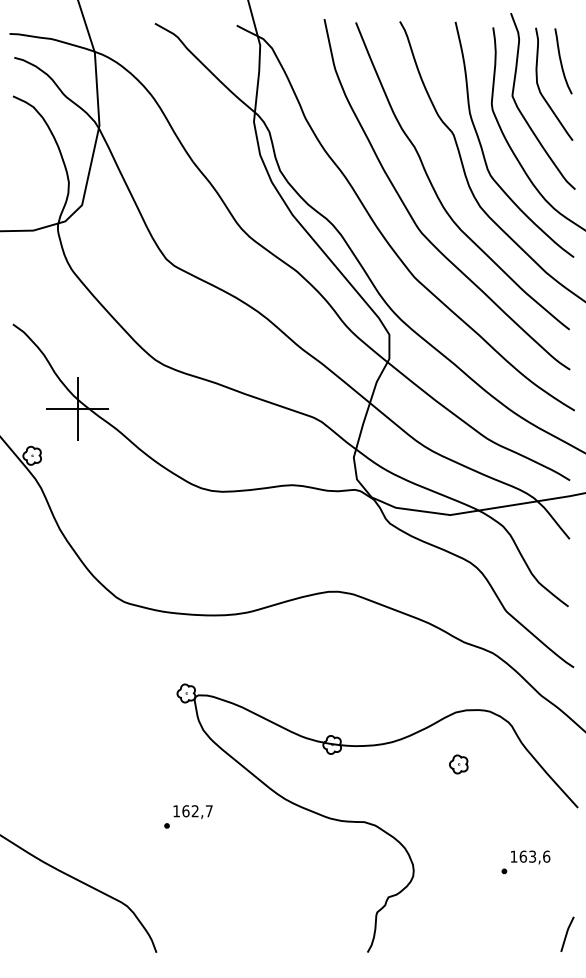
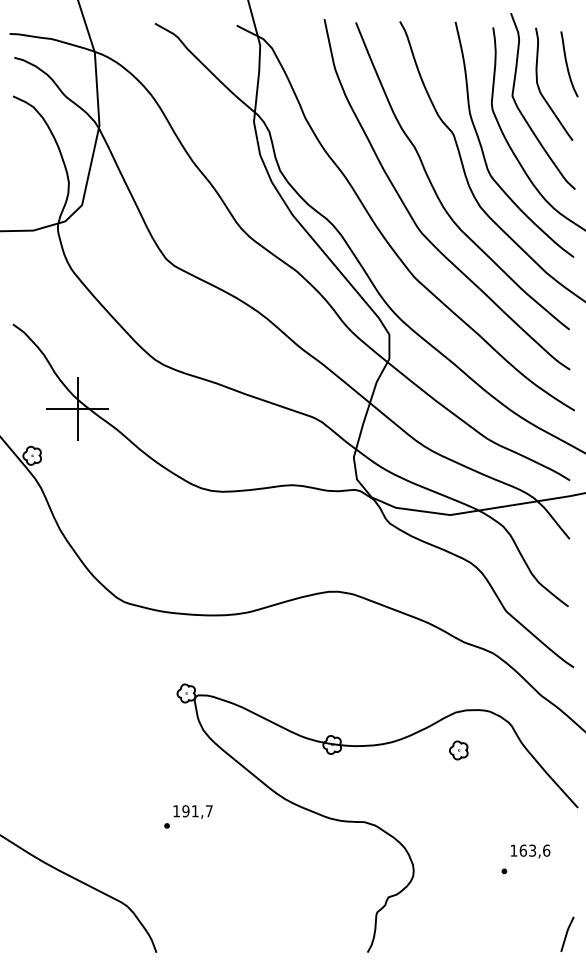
curve at (561, 61) position: (561, 61) -> (567, 64)
part at (458, 764) position: (458, 764) -> (458, 750)
text at (190, 811): 162,7 -> 191,7
text at (530, 857) position: (530, 857) -> (530, 851)
